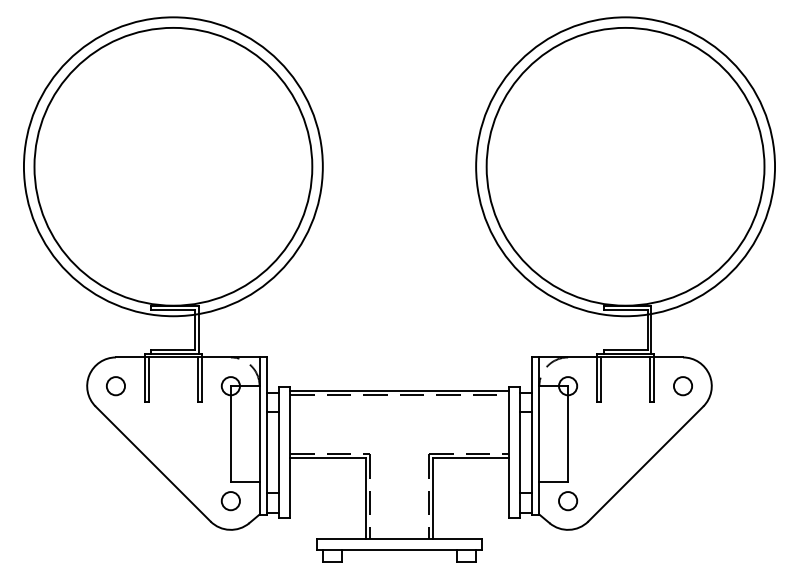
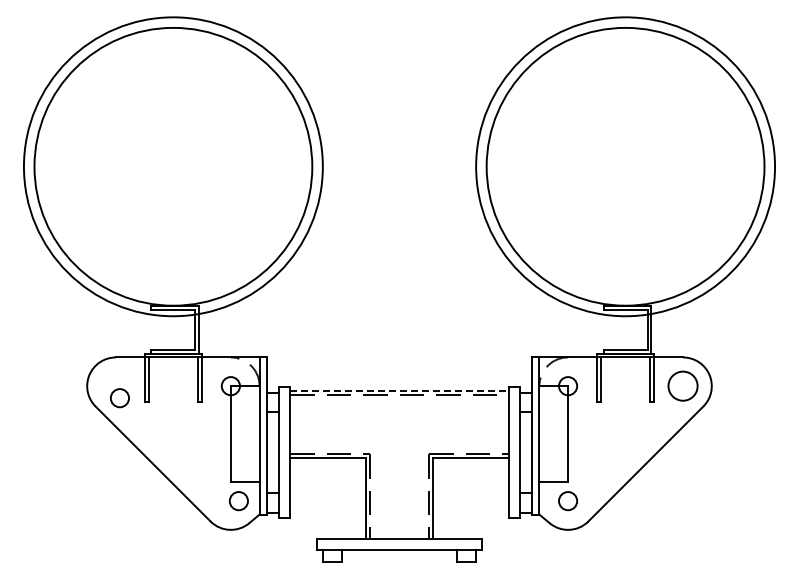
circle at (115, 386) position: (115, 386) -> (119, 398)
circle at (682, 386) diameter: 18 px -> 29 px
line at (399, 390): solid -> dashed
circle at (230, 501) position: (230, 501) -> (238, 501)
